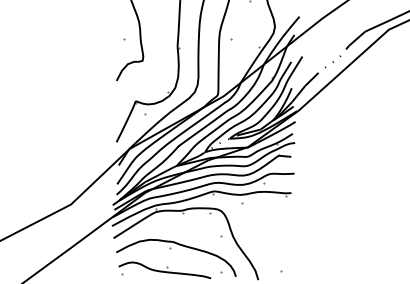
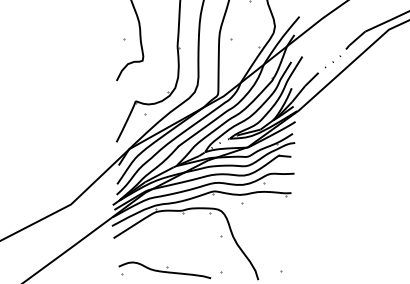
part at (170, 249): present -> none
